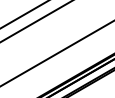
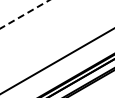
line at (25, 14): solid -> dashed
line at (35, 21): present -> none
line at (56, 53) position: (56, 53) -> (56, 60)
